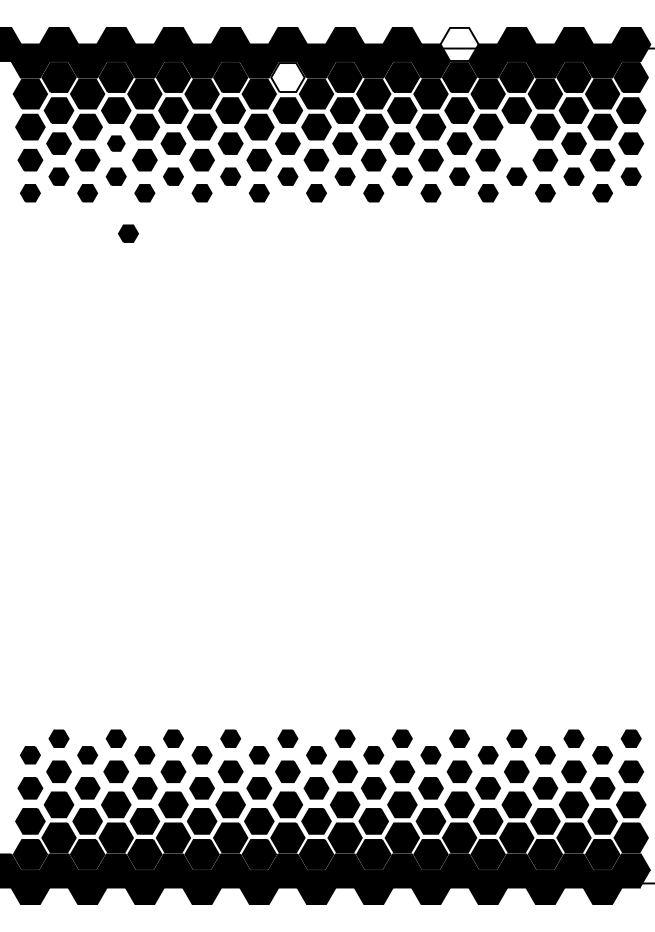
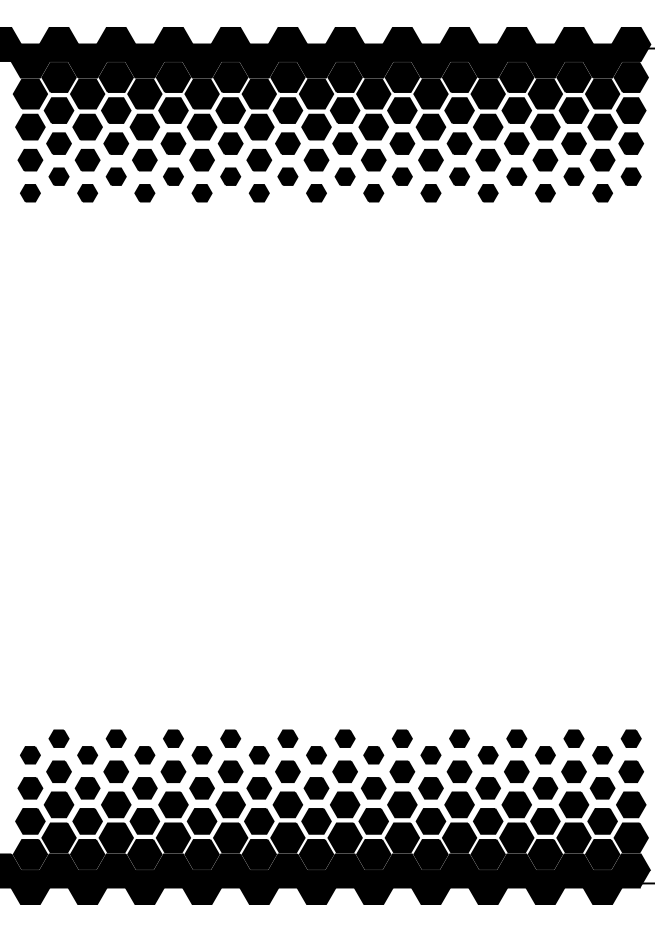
fill at (459, 44): none -> present
fill at (287, 77): none -> present
part at (116, 143) size: 19x17 px -> 27x23 px
part at (516, 143): none -> present
part at (128, 233): present -> none
